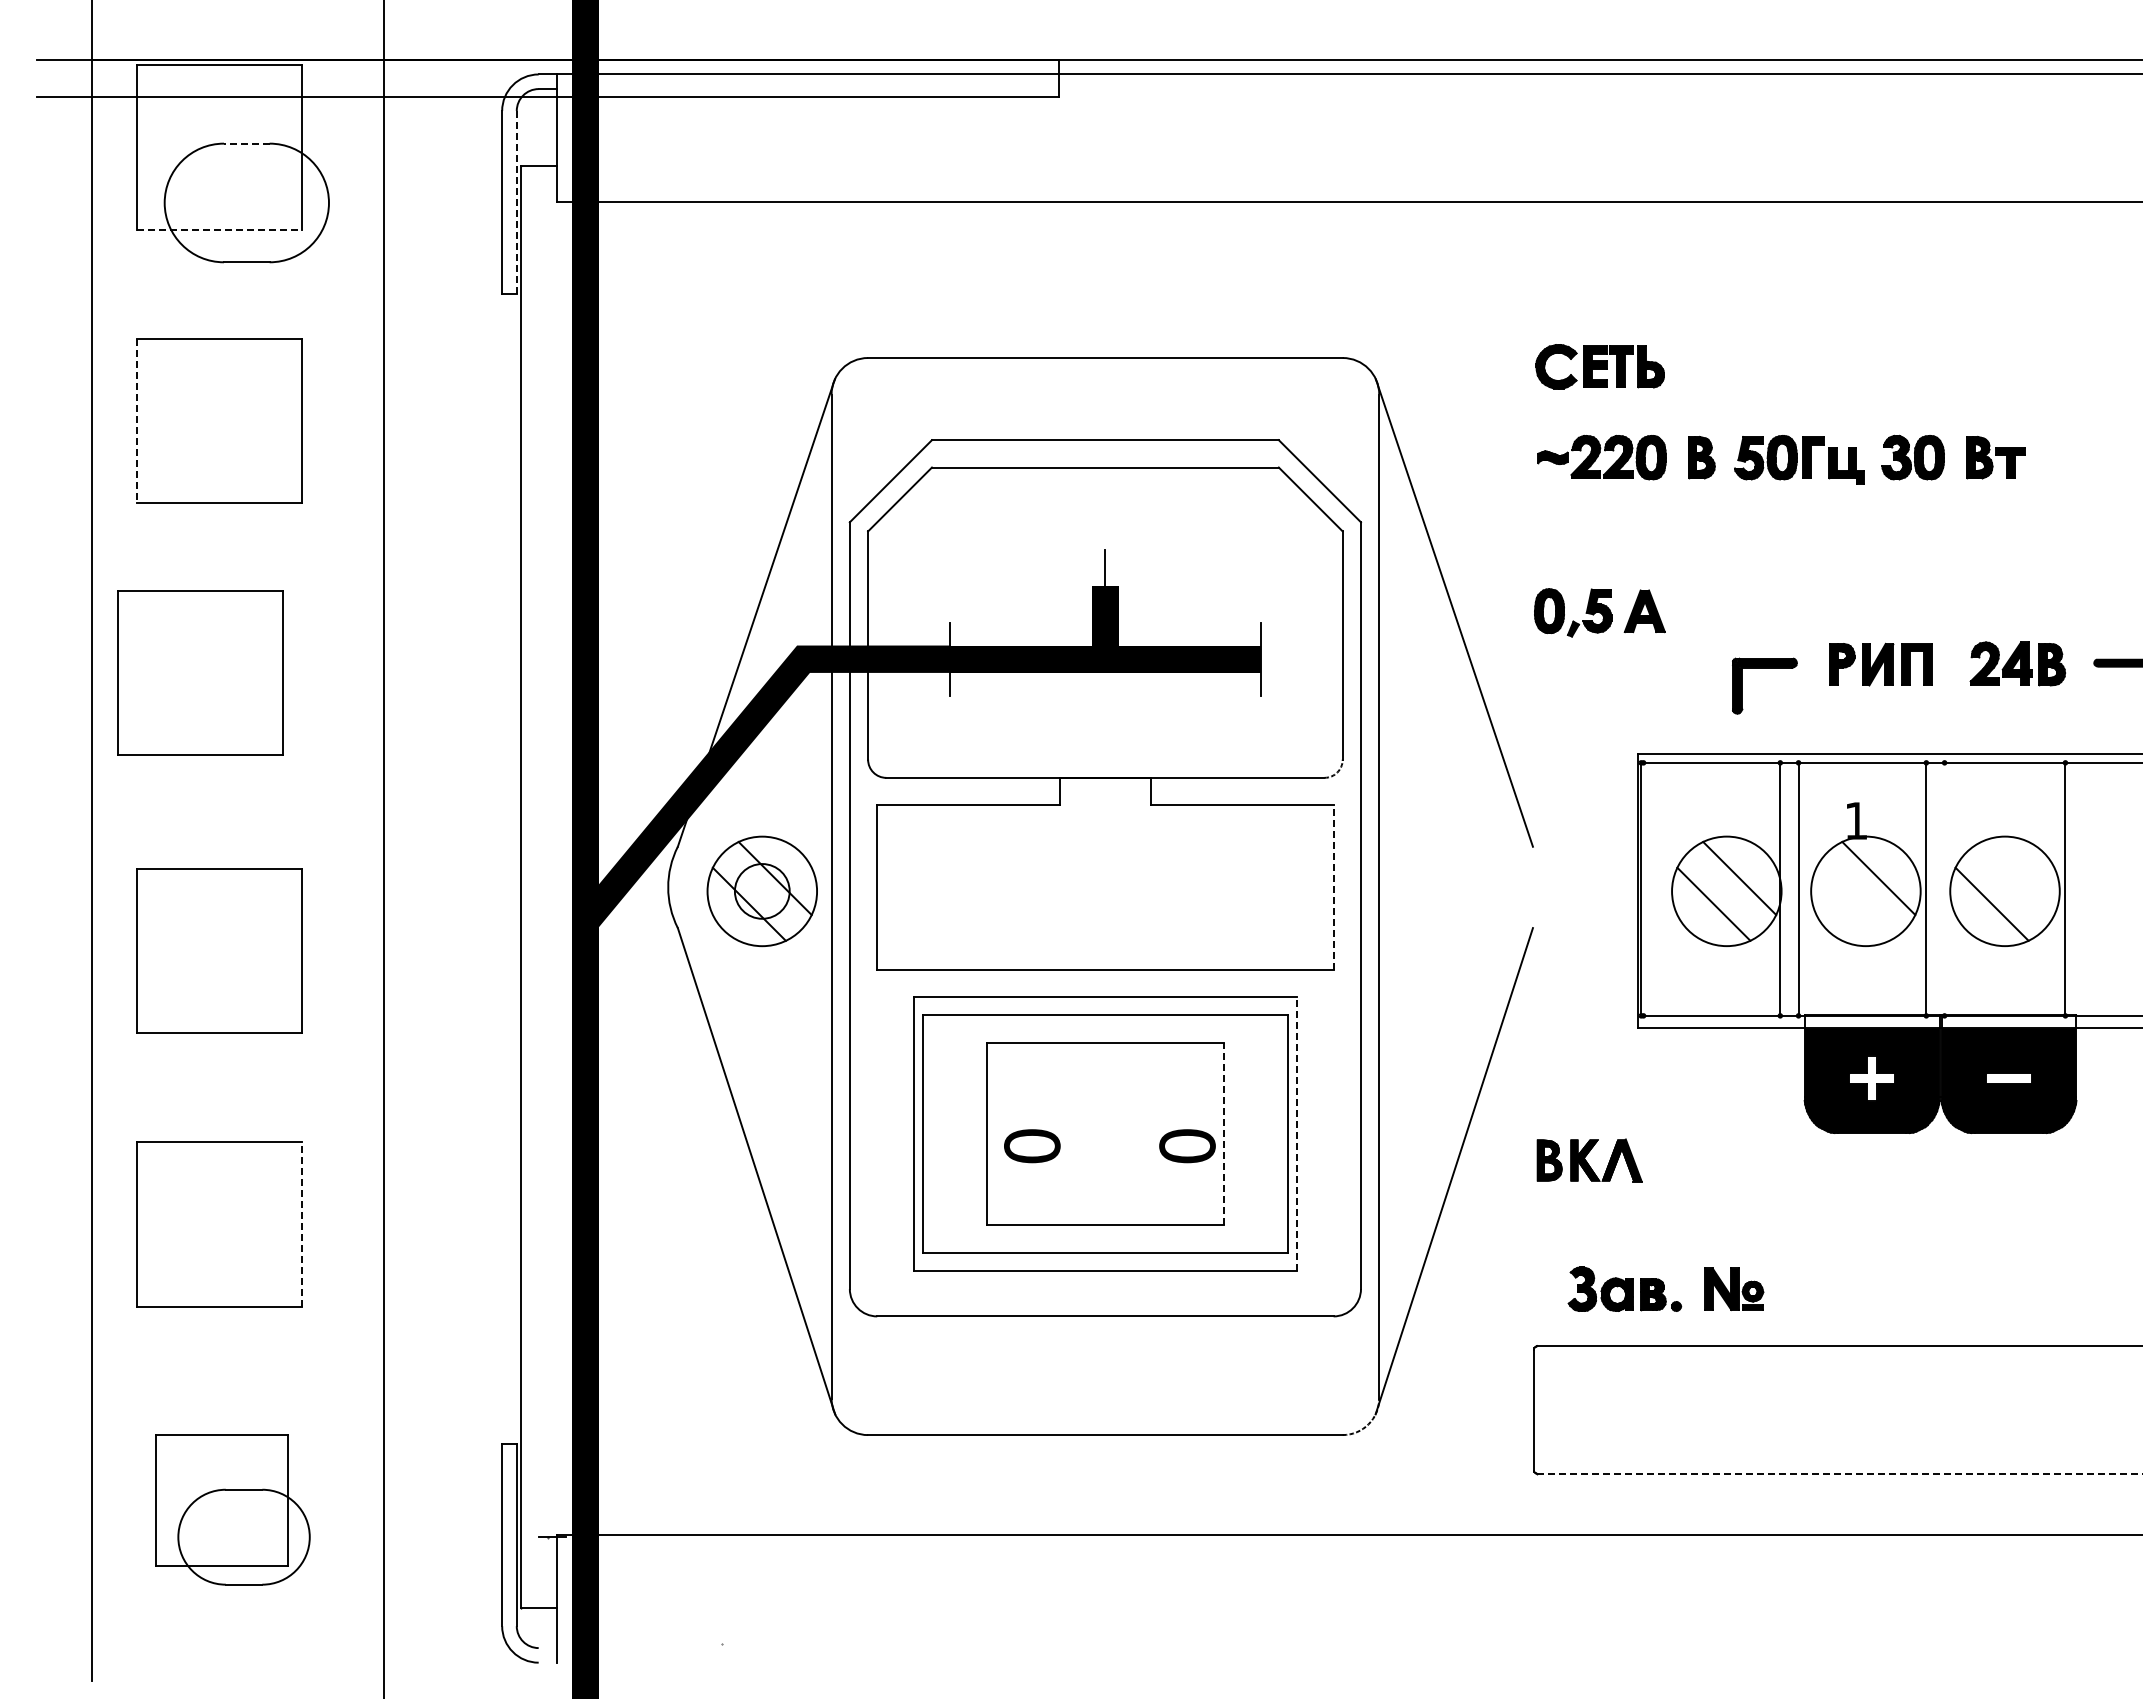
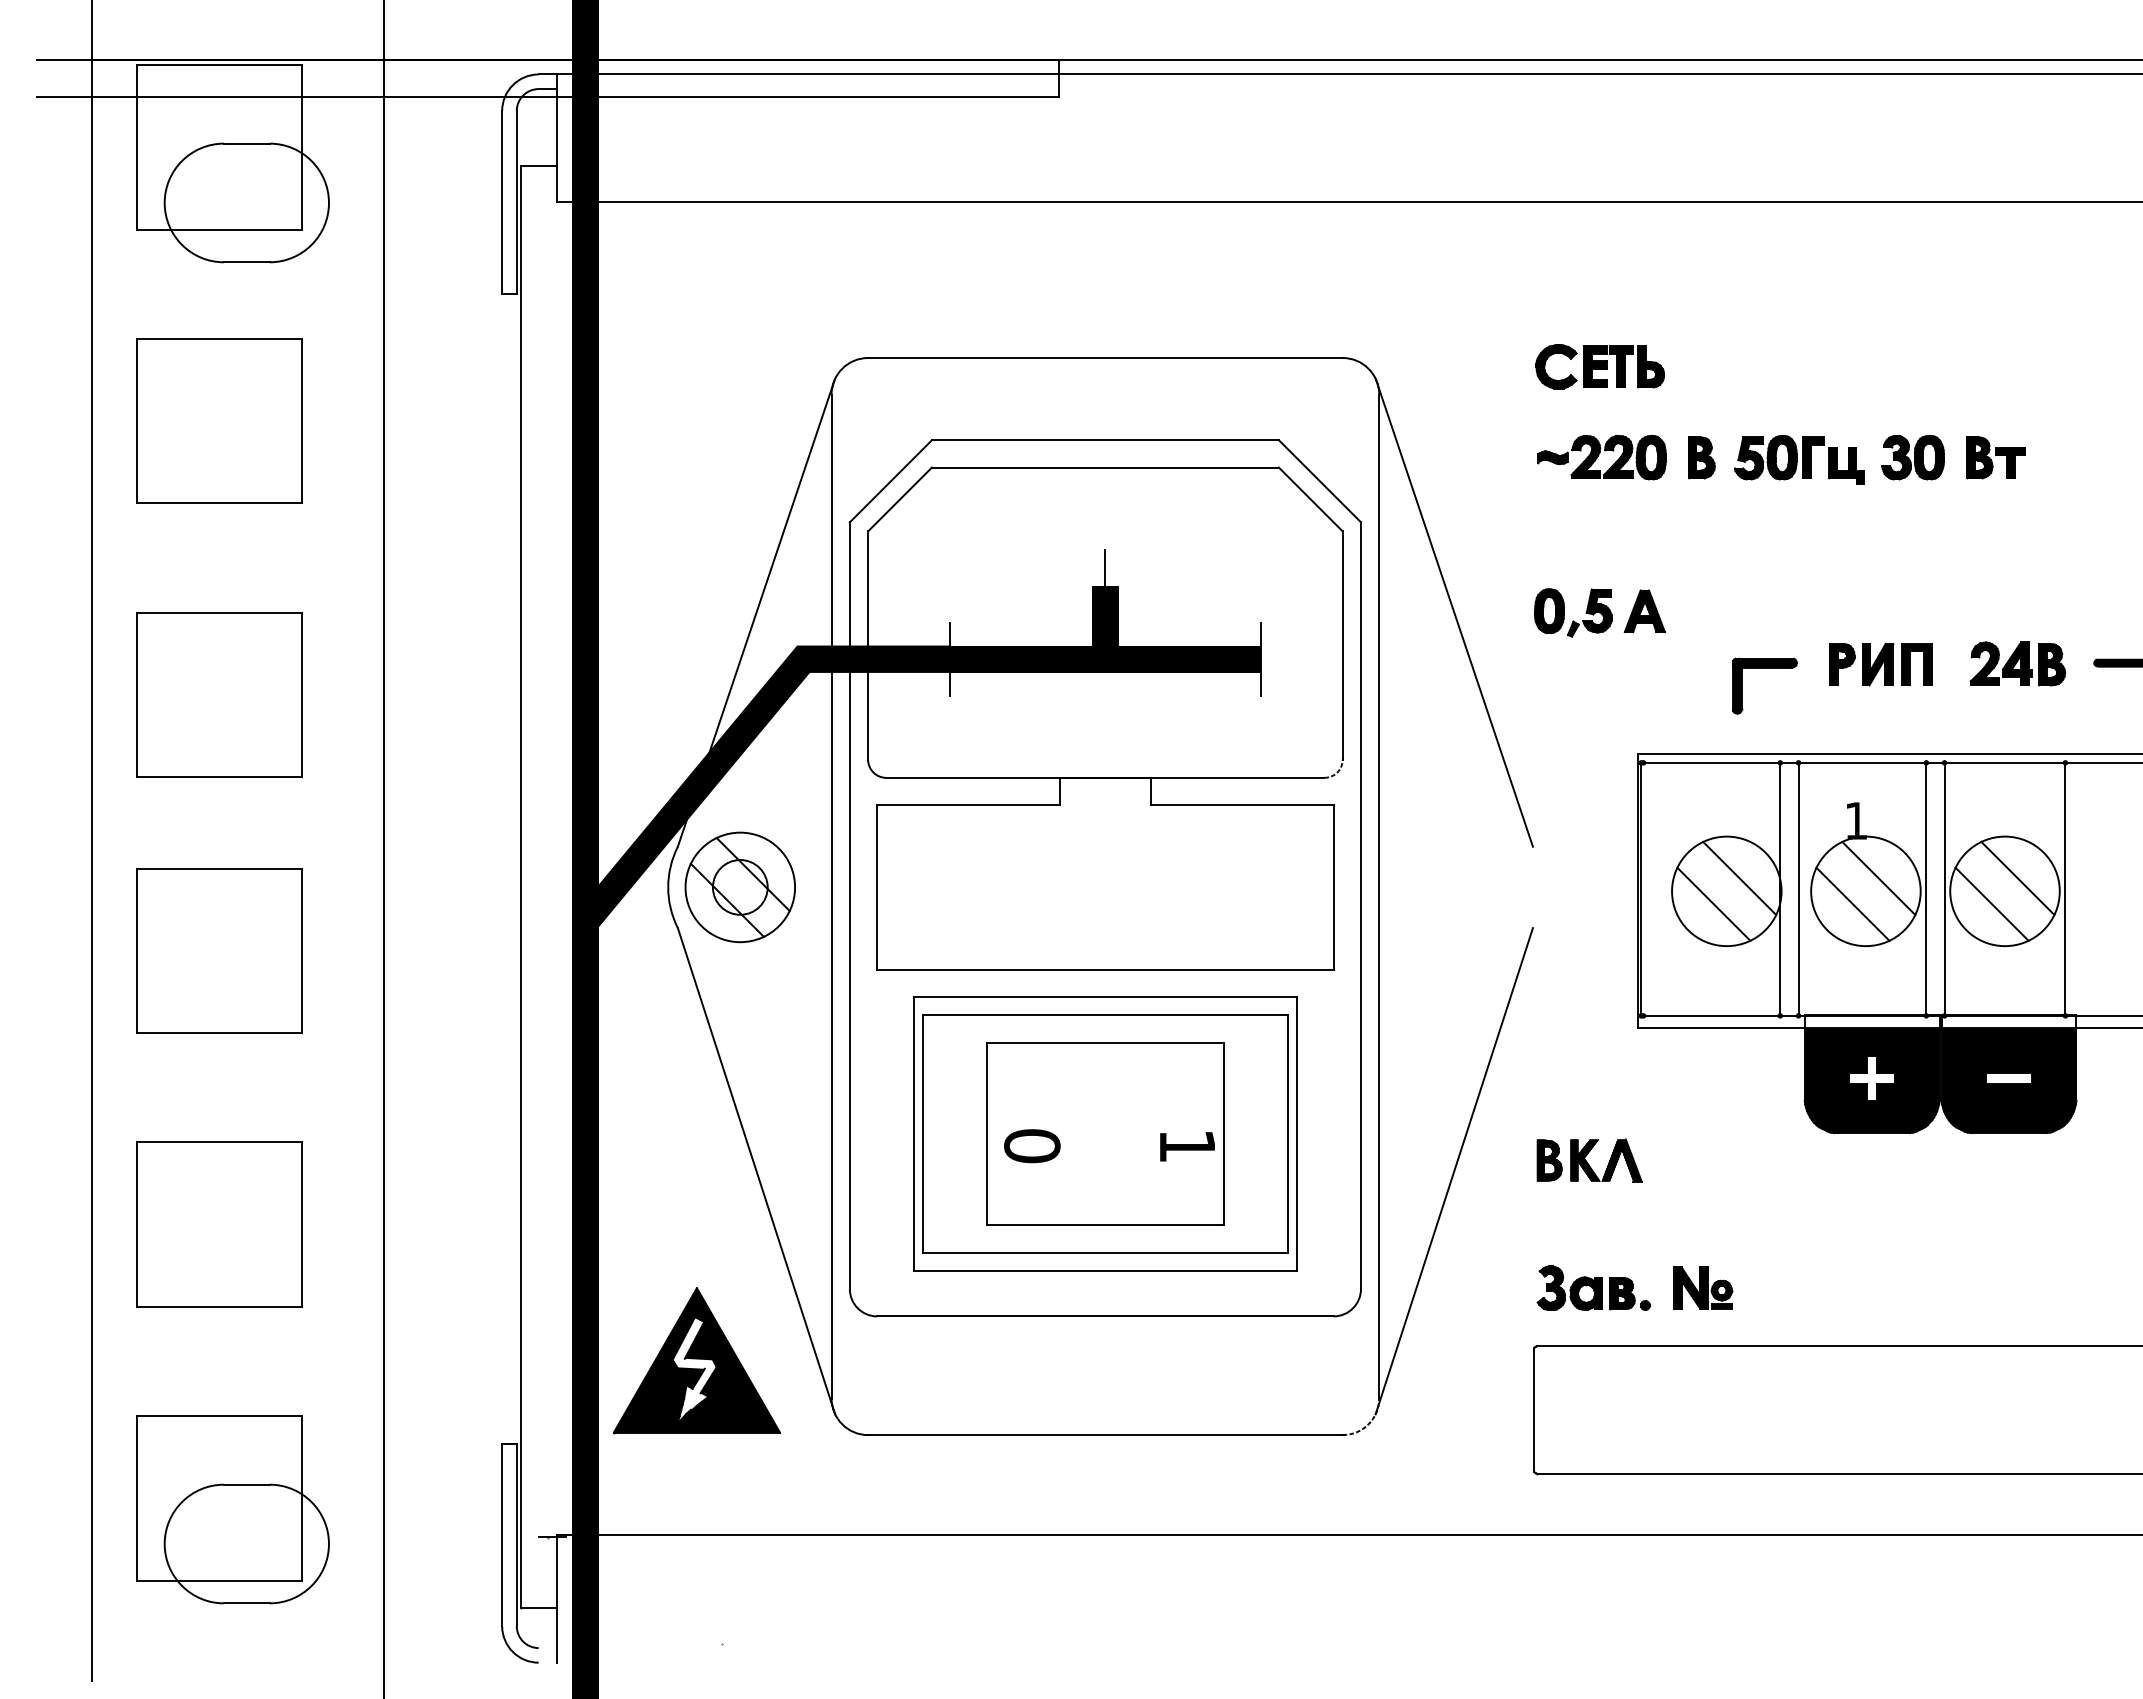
line at (246, 143): dashed -> solid
line at (516, 201): dashed -> solid
line at (219, 229): dashed -> solid
line at (137, 421): dashed -> solid
part at (200, 672) position: (200, 672) -> (219, 694)
line at (2017, 877): none -> present
line at (1333, 886): dashed -> solid
line at (1944, 888): none -> present
part at (761, 891) position: (761, 891) -> (739, 887)
line at (1852, 903): none -> present
line at (1224, 1133): dashed -> solid
line at (1297, 1133): dashed -> solid
text at (1187, 1146): 0 -> 1
line at (301, 1224): dashed -> solid
part at (1665, 1288) position: (1665, 1288) -> (1634, 1287)
part at (696, 1360): none -> present
line at (1840, 1474): dashed -> solid
part at (232, 1509) size: 156x152 px -> 194x190 px
